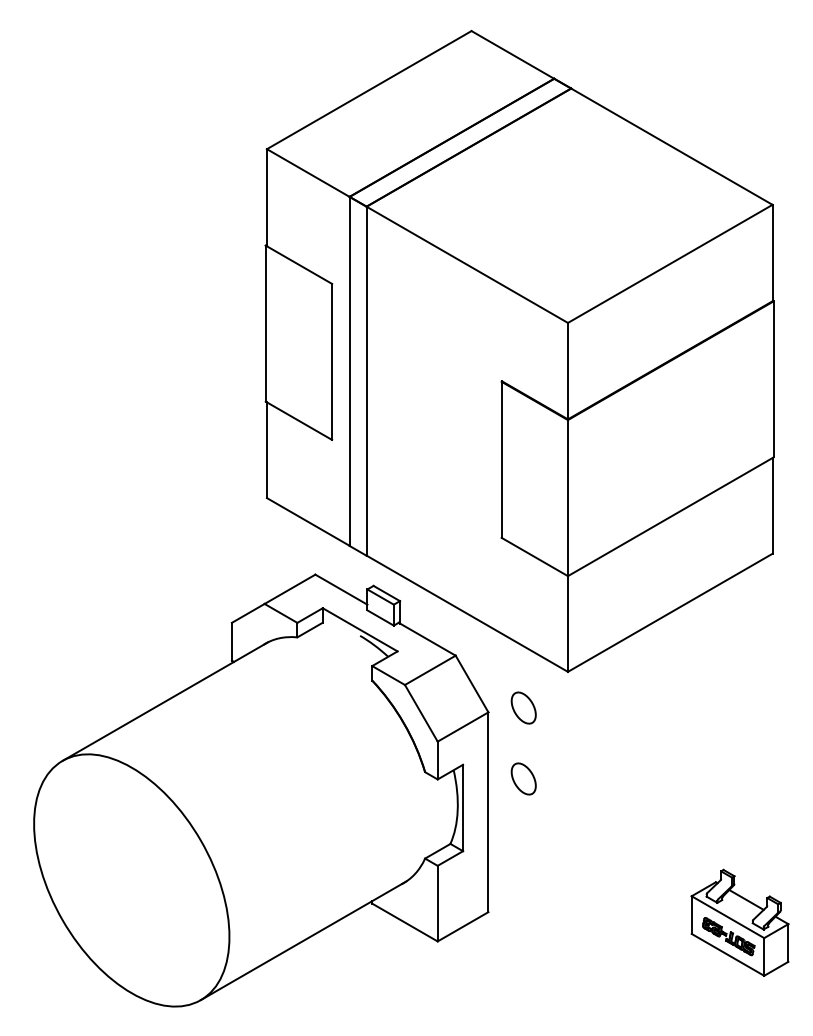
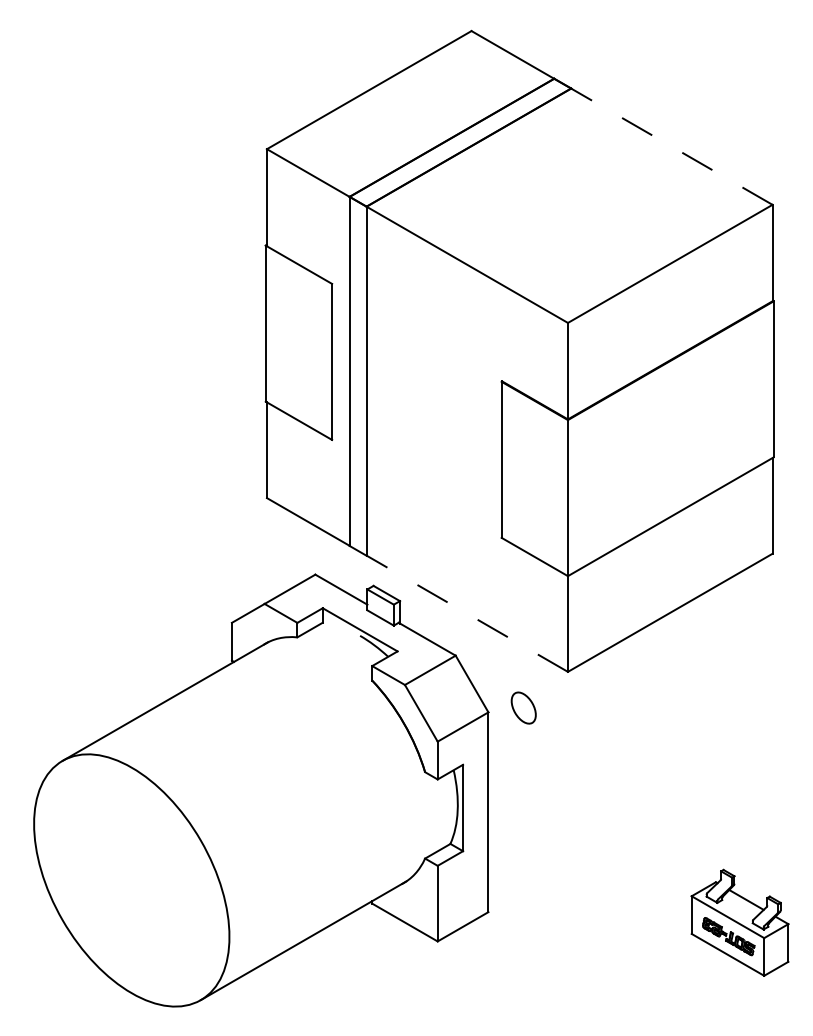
line at (671, 146): solid -> dashed
line at (466, 613): solid -> dashed
part at (523, 778): present -> none
